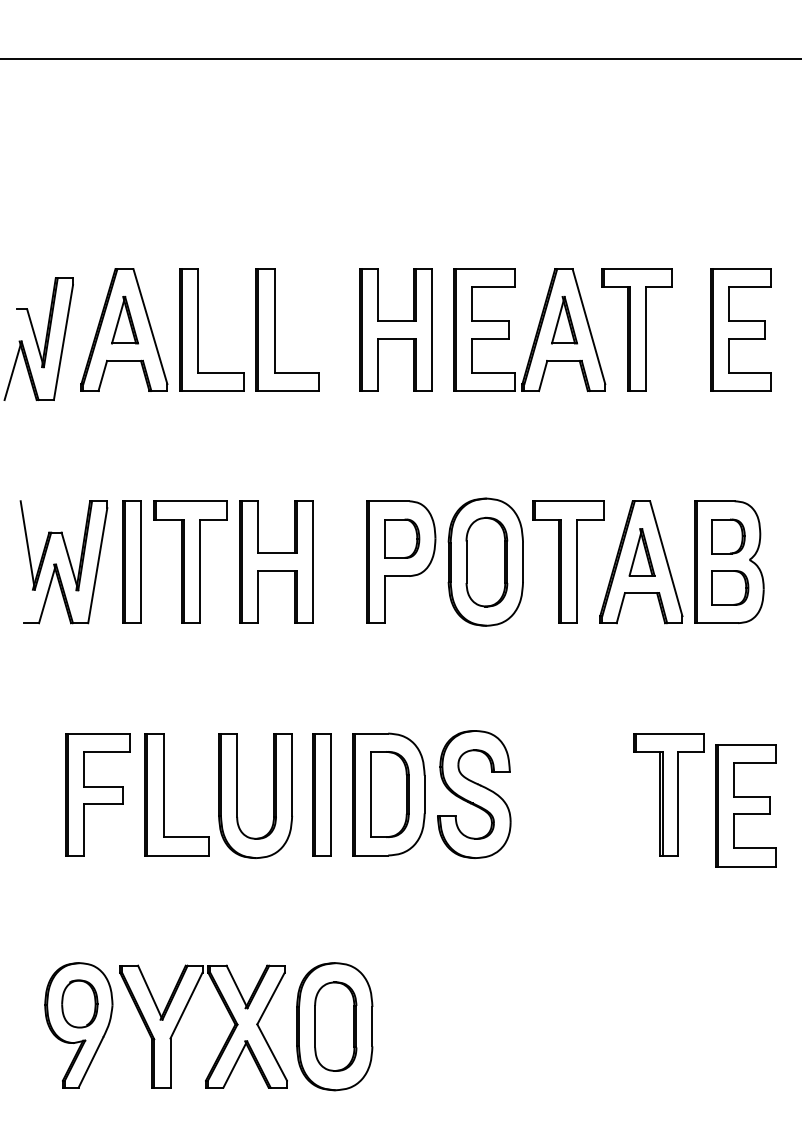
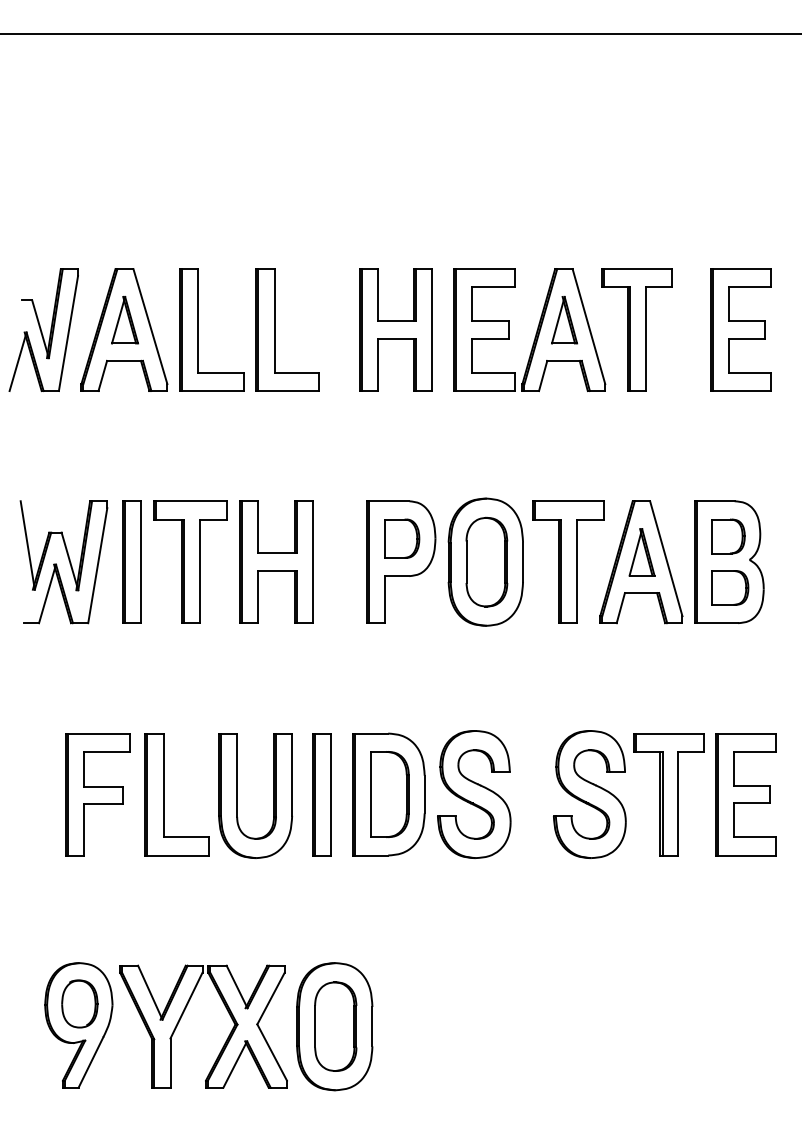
line at (400, 58) position: (400, 58) -> (400, 33)
part at (38, 338) position: (38, 338) -> (43, 329)
part at (589, 794): none -> present
part at (745, 805) position: (745, 805) -> (745, 794)
